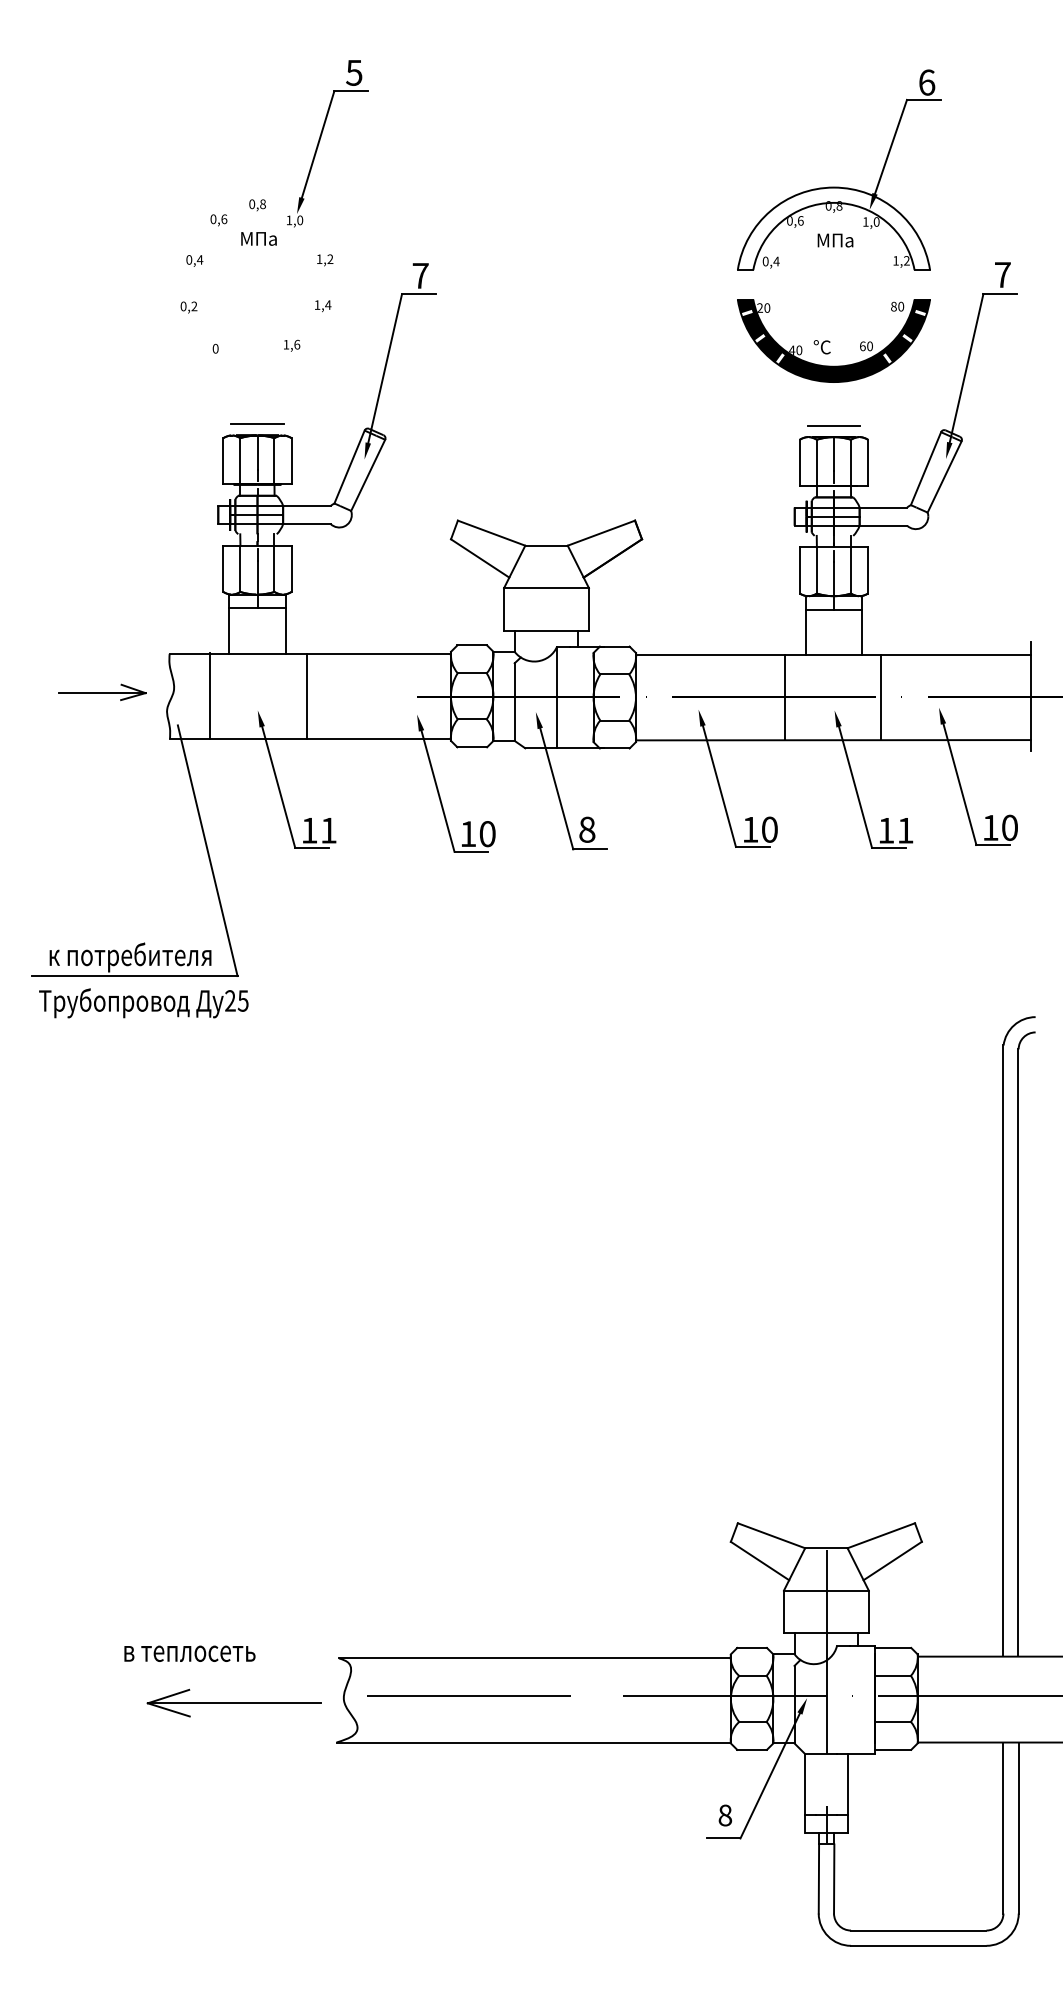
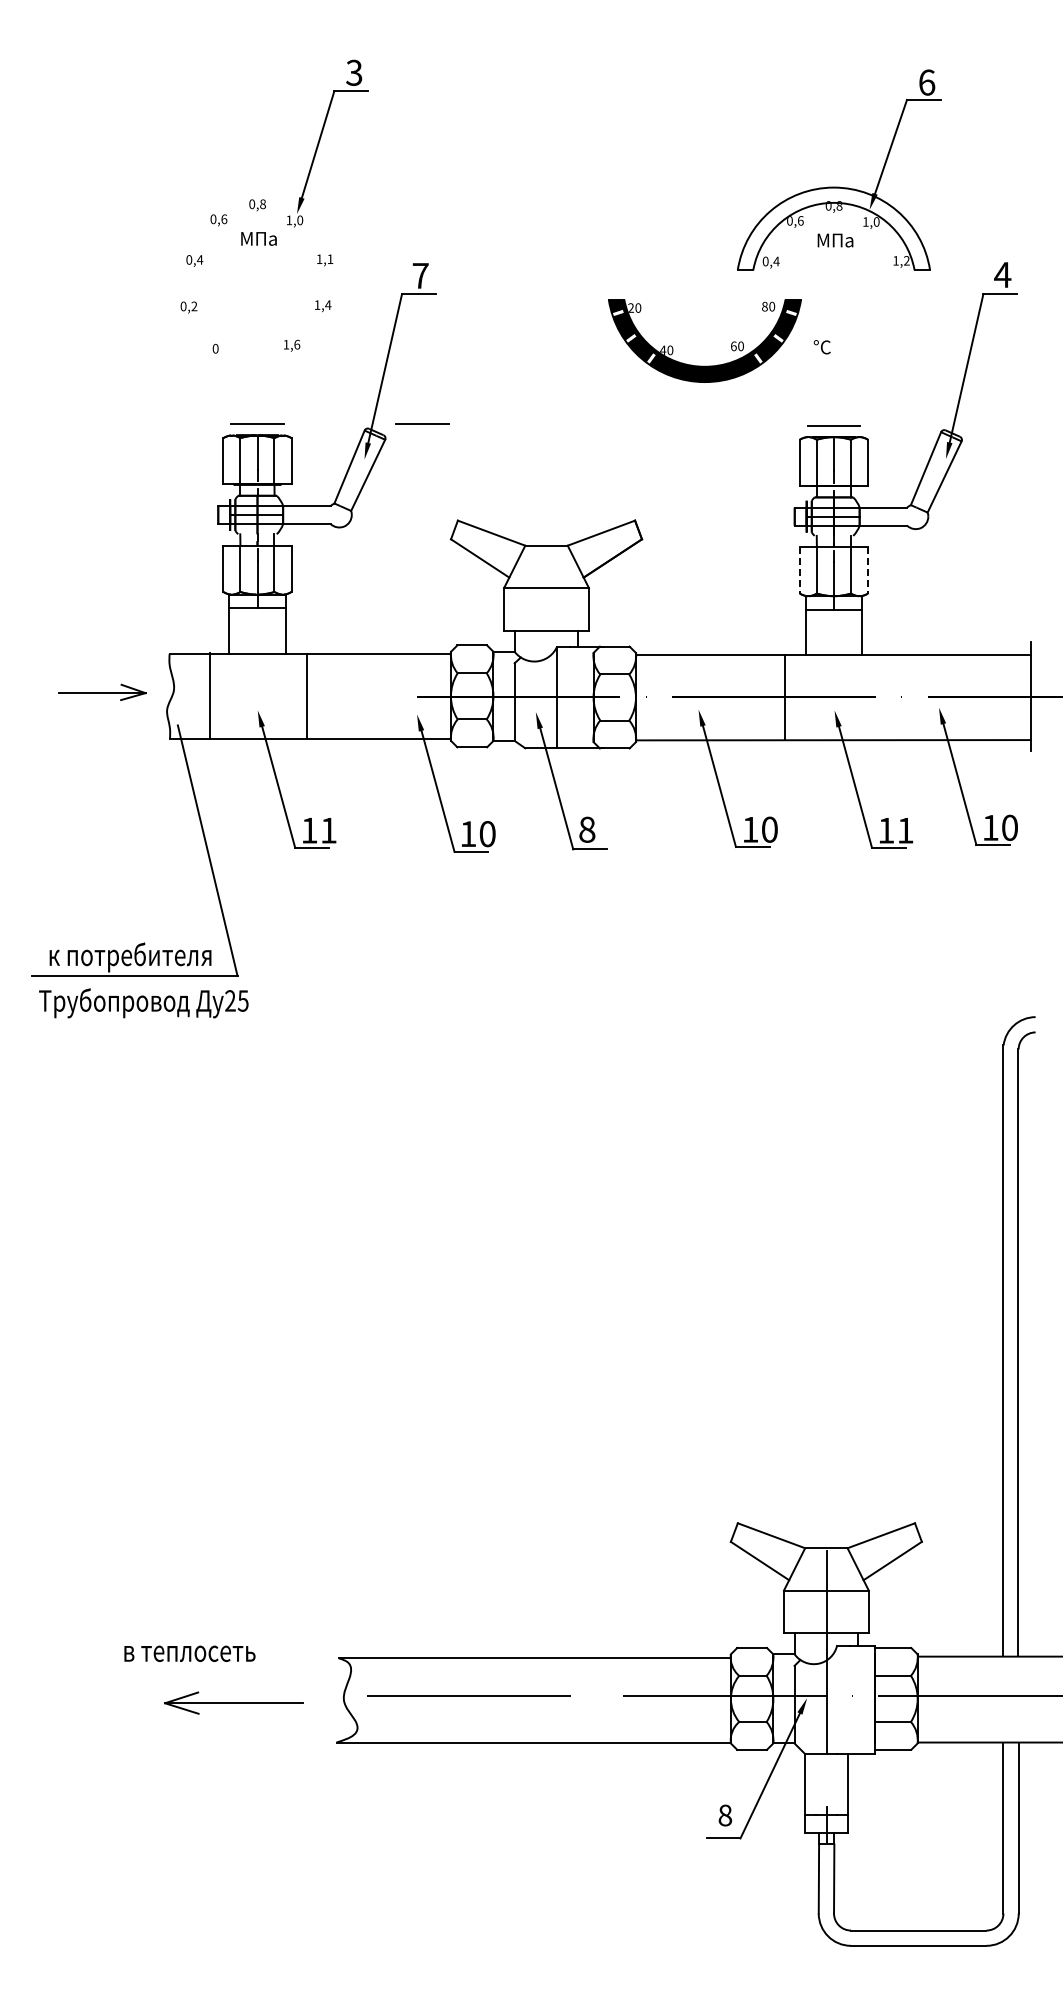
text at (354, 72): 5 -> 3
text at (330, 258): 1,2 -> 1,1
text at (1002, 274): 7 -> 4
part at (833, 365) position: (833, 365) -> (704, 365)
line at (422, 423): none -> present
line at (799, 570): solid -> dashed
line at (868, 570): solid -> dashed
line at (881, 696): present -> none
part at (233, 1702) size: 176x30 px -> 140x24 px
